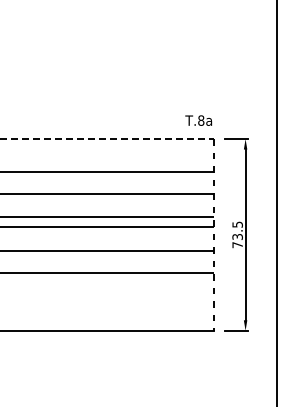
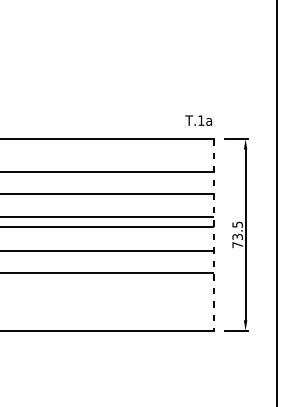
text at (201, 120): T.8a -> T.1a
line at (107, 139): dashed -> solid
